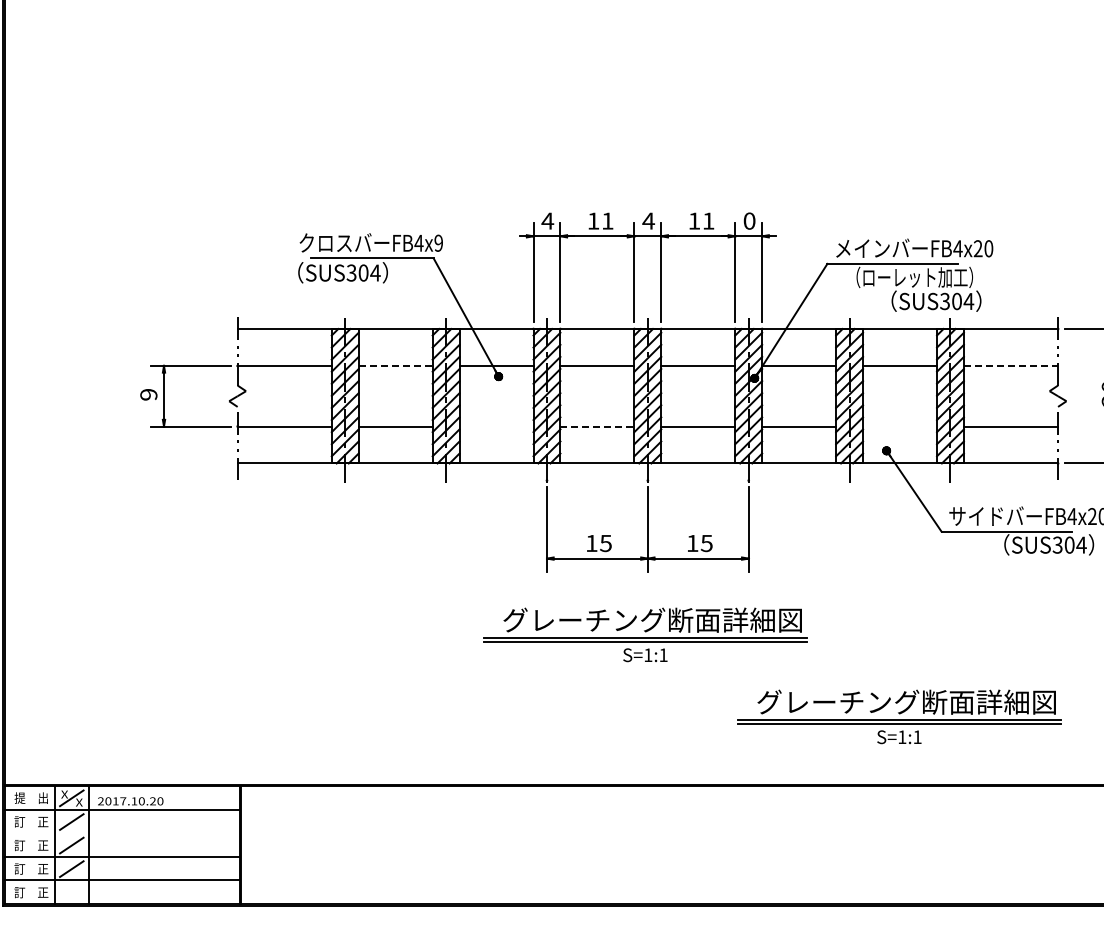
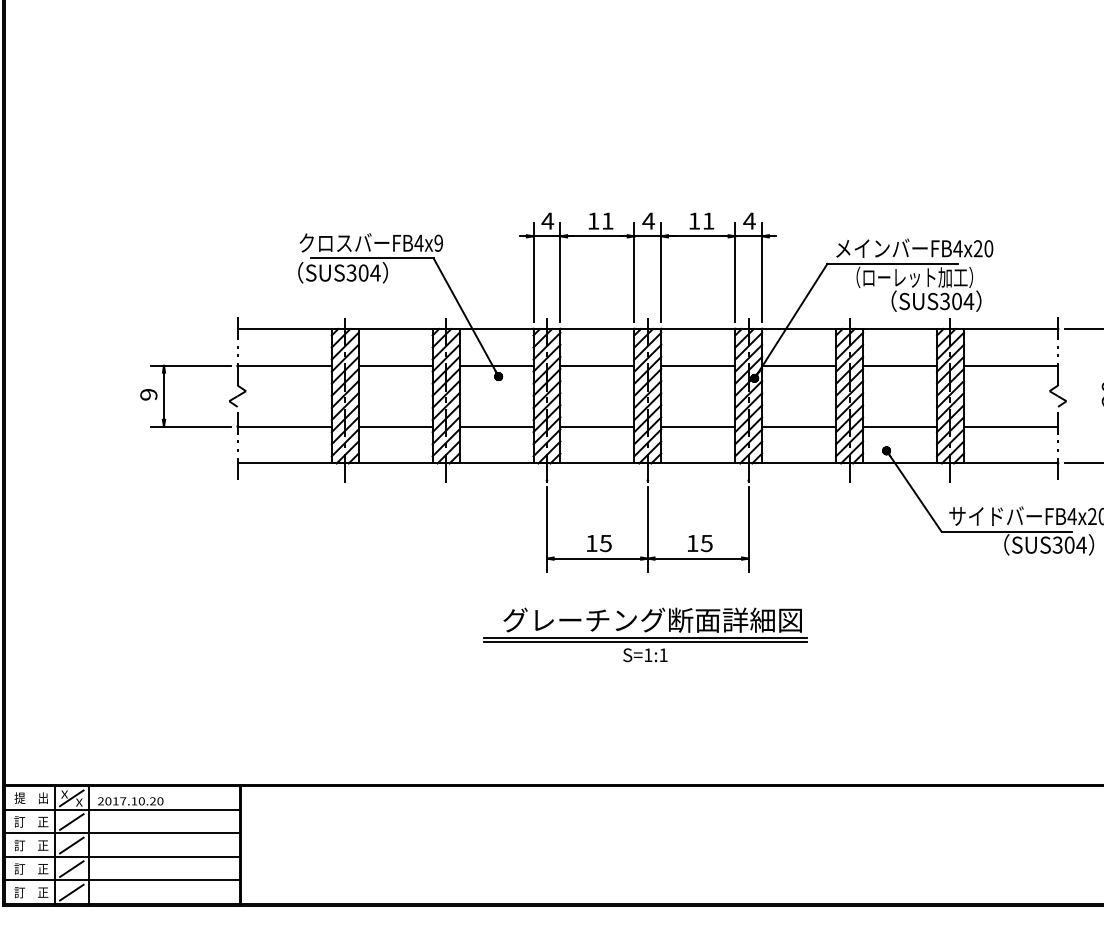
text at (749, 220): 0 -> 4
line at (395, 365): dashed -> solid
line at (1011, 365): dashed -> solid
line at (496, 426): none -> present
line at (597, 426): dashed -> solid
line at (900, 426): none -> present
part at (899, 716): present -> none
line at (121, 833): none -> present
line at (71, 892): none -> present
